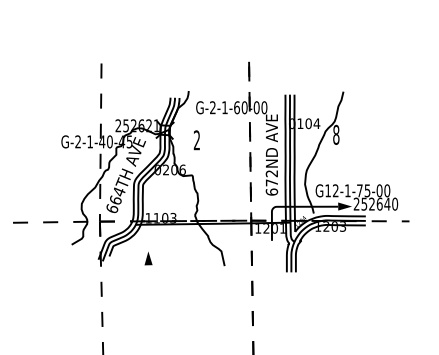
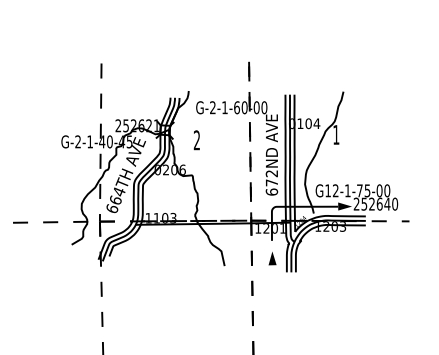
text at (336, 134): 8 -> 1
part at (148, 258) position: (148, 258) -> (272, 258)
